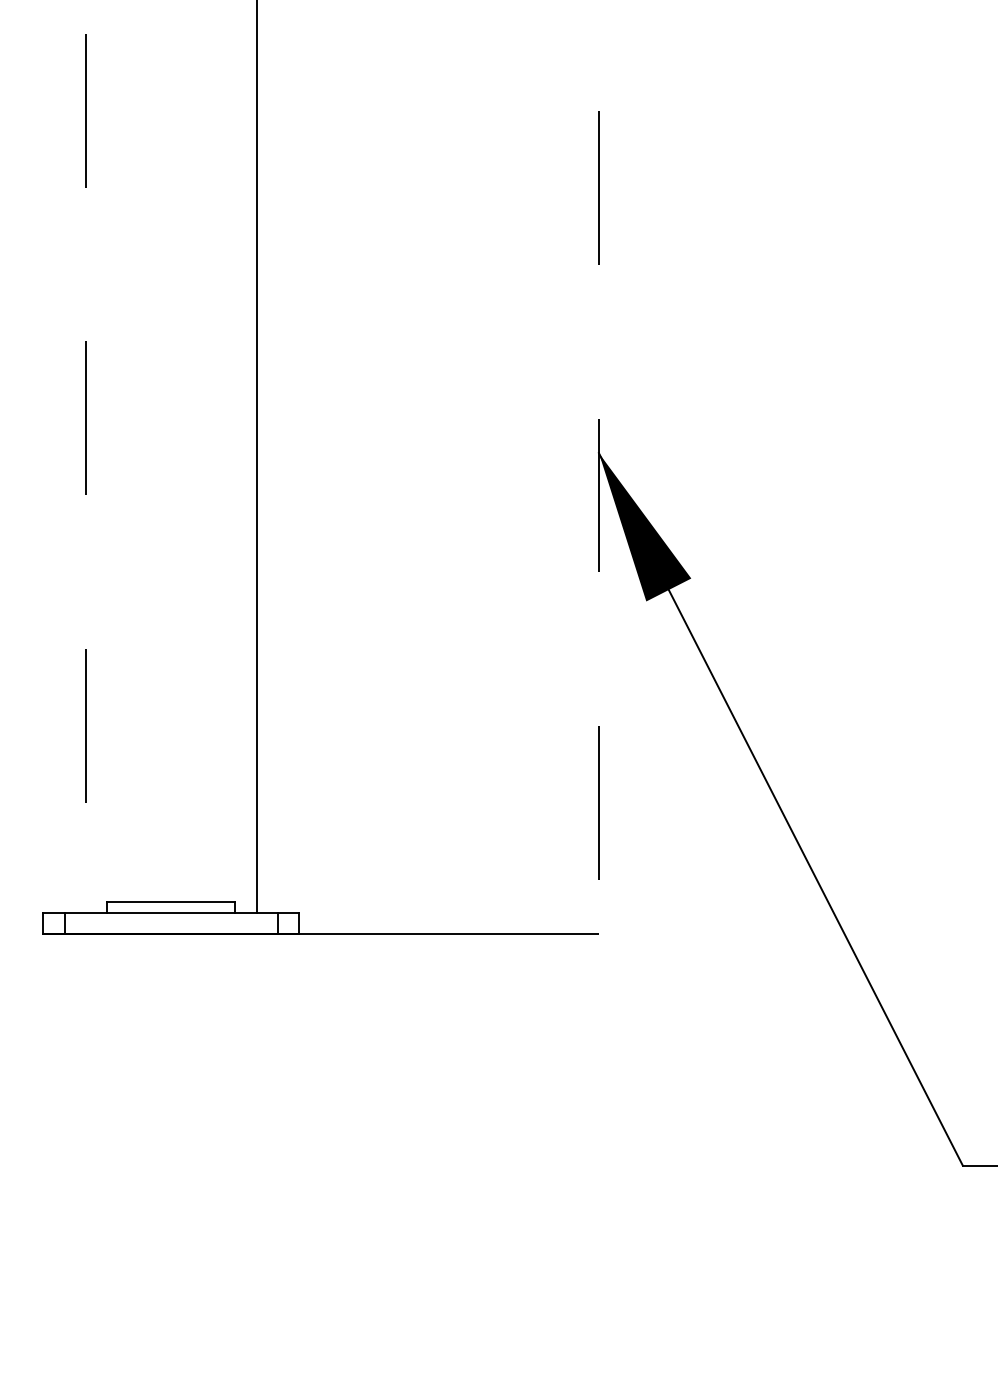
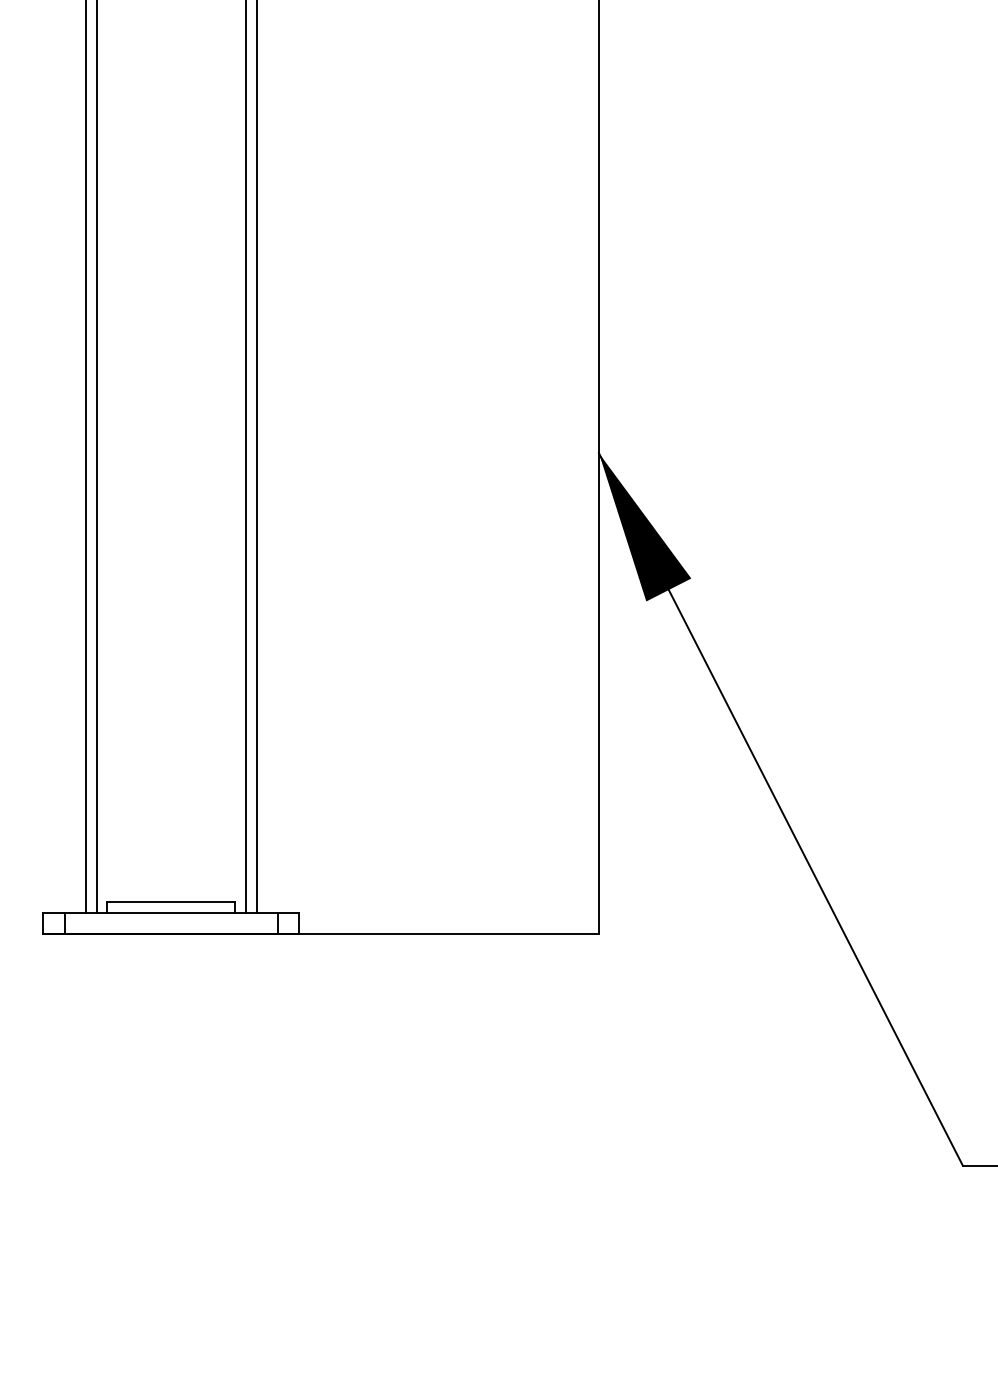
line at (85, 456): dashed -> solid
line at (96, 457): none -> present
line at (246, 457): none -> present
line at (598, 467): dashed -> solid
